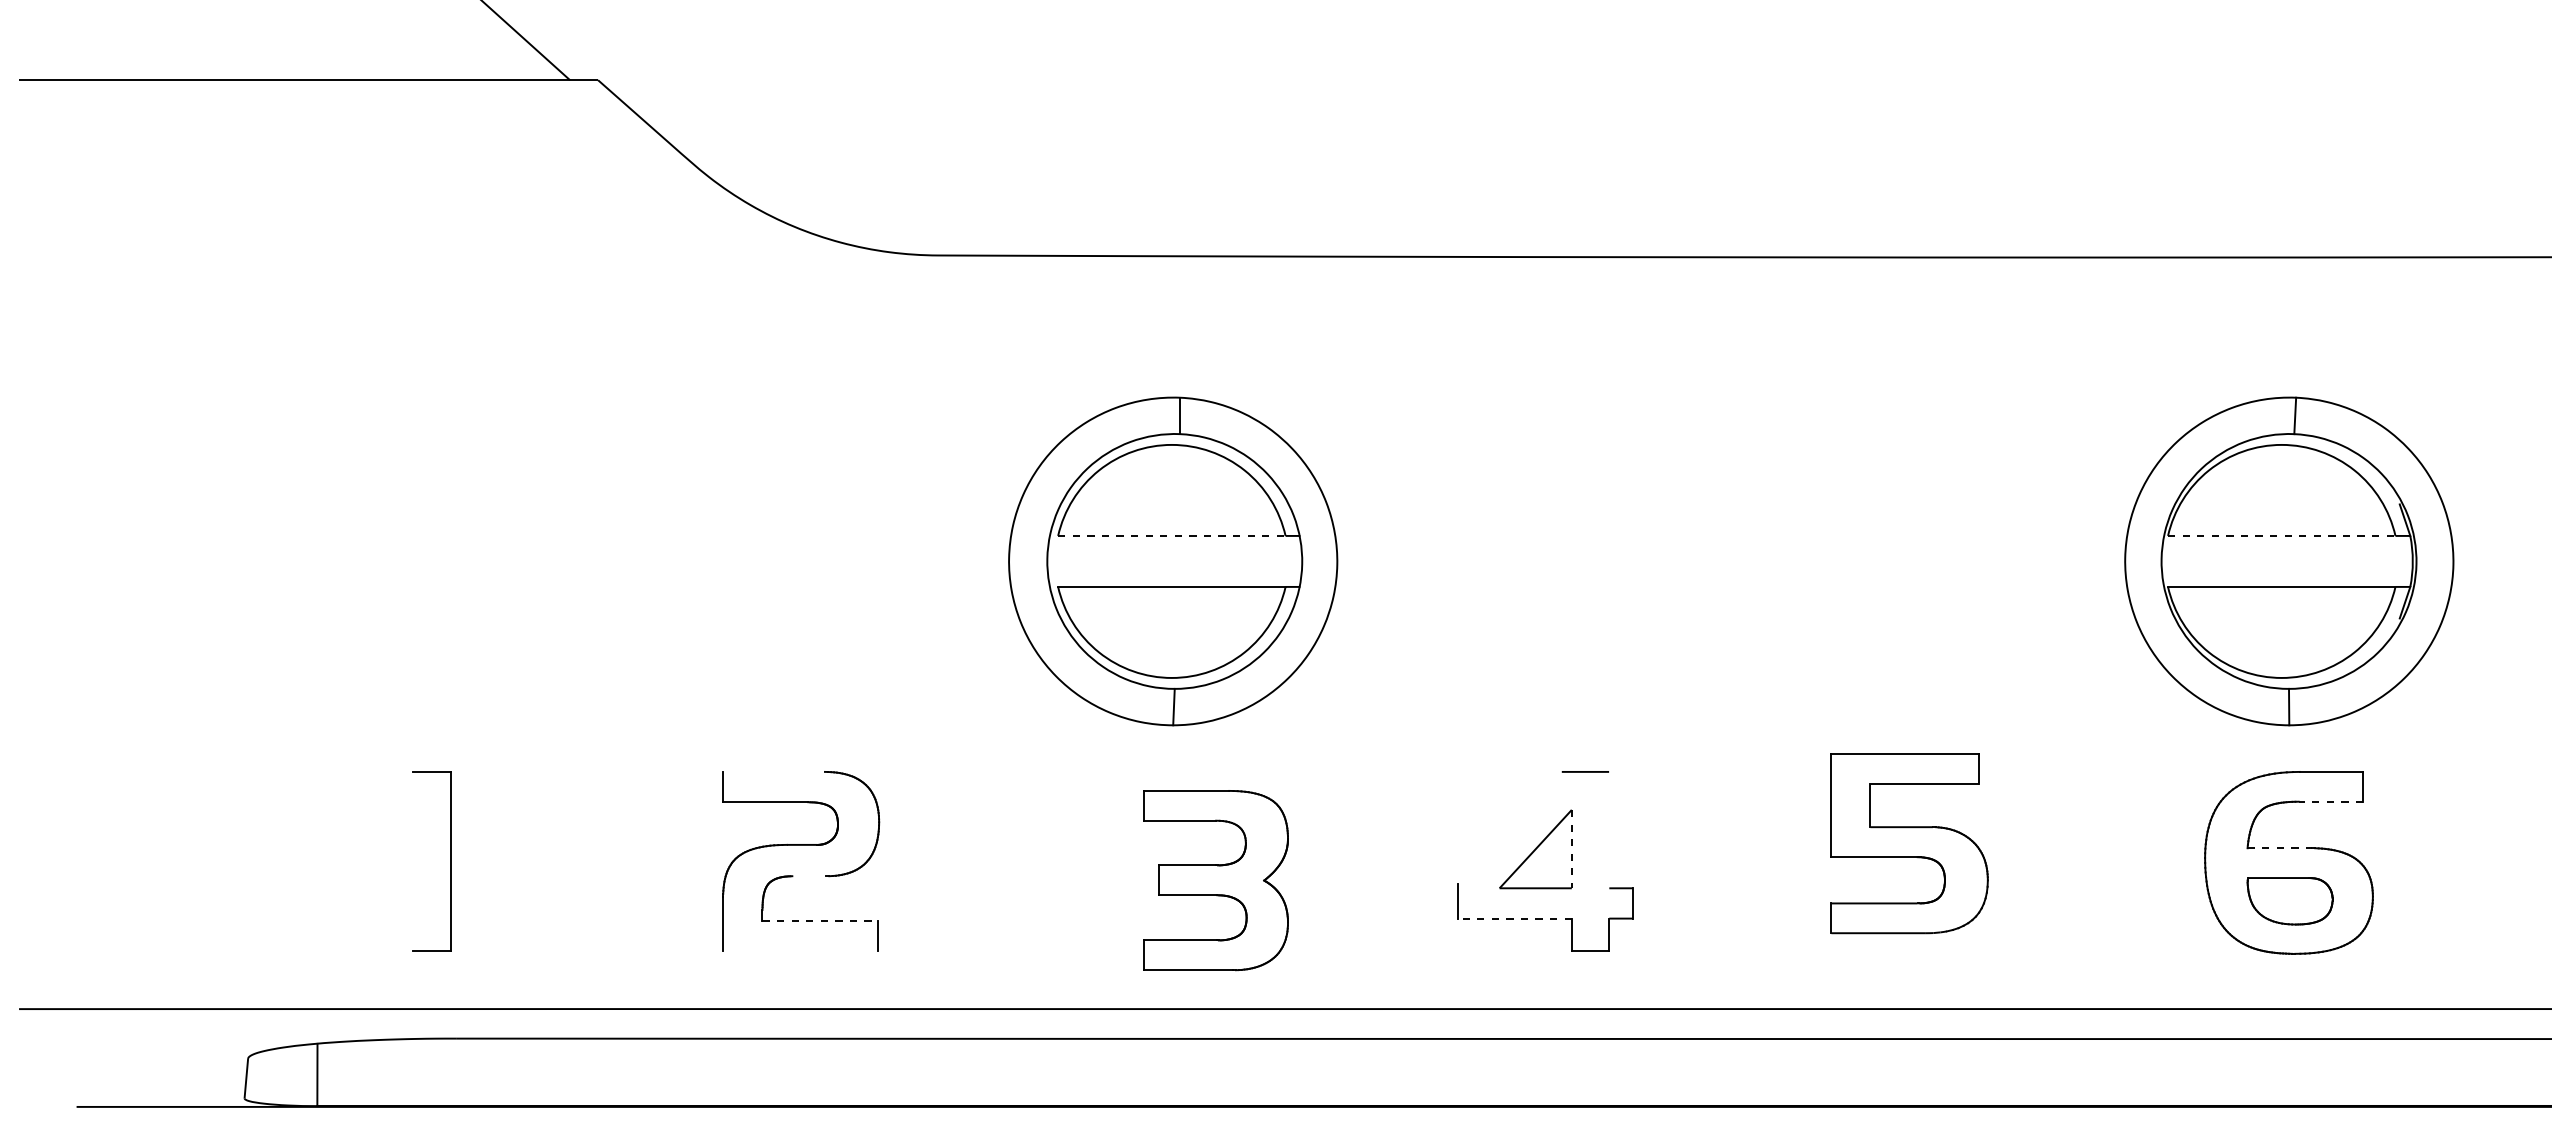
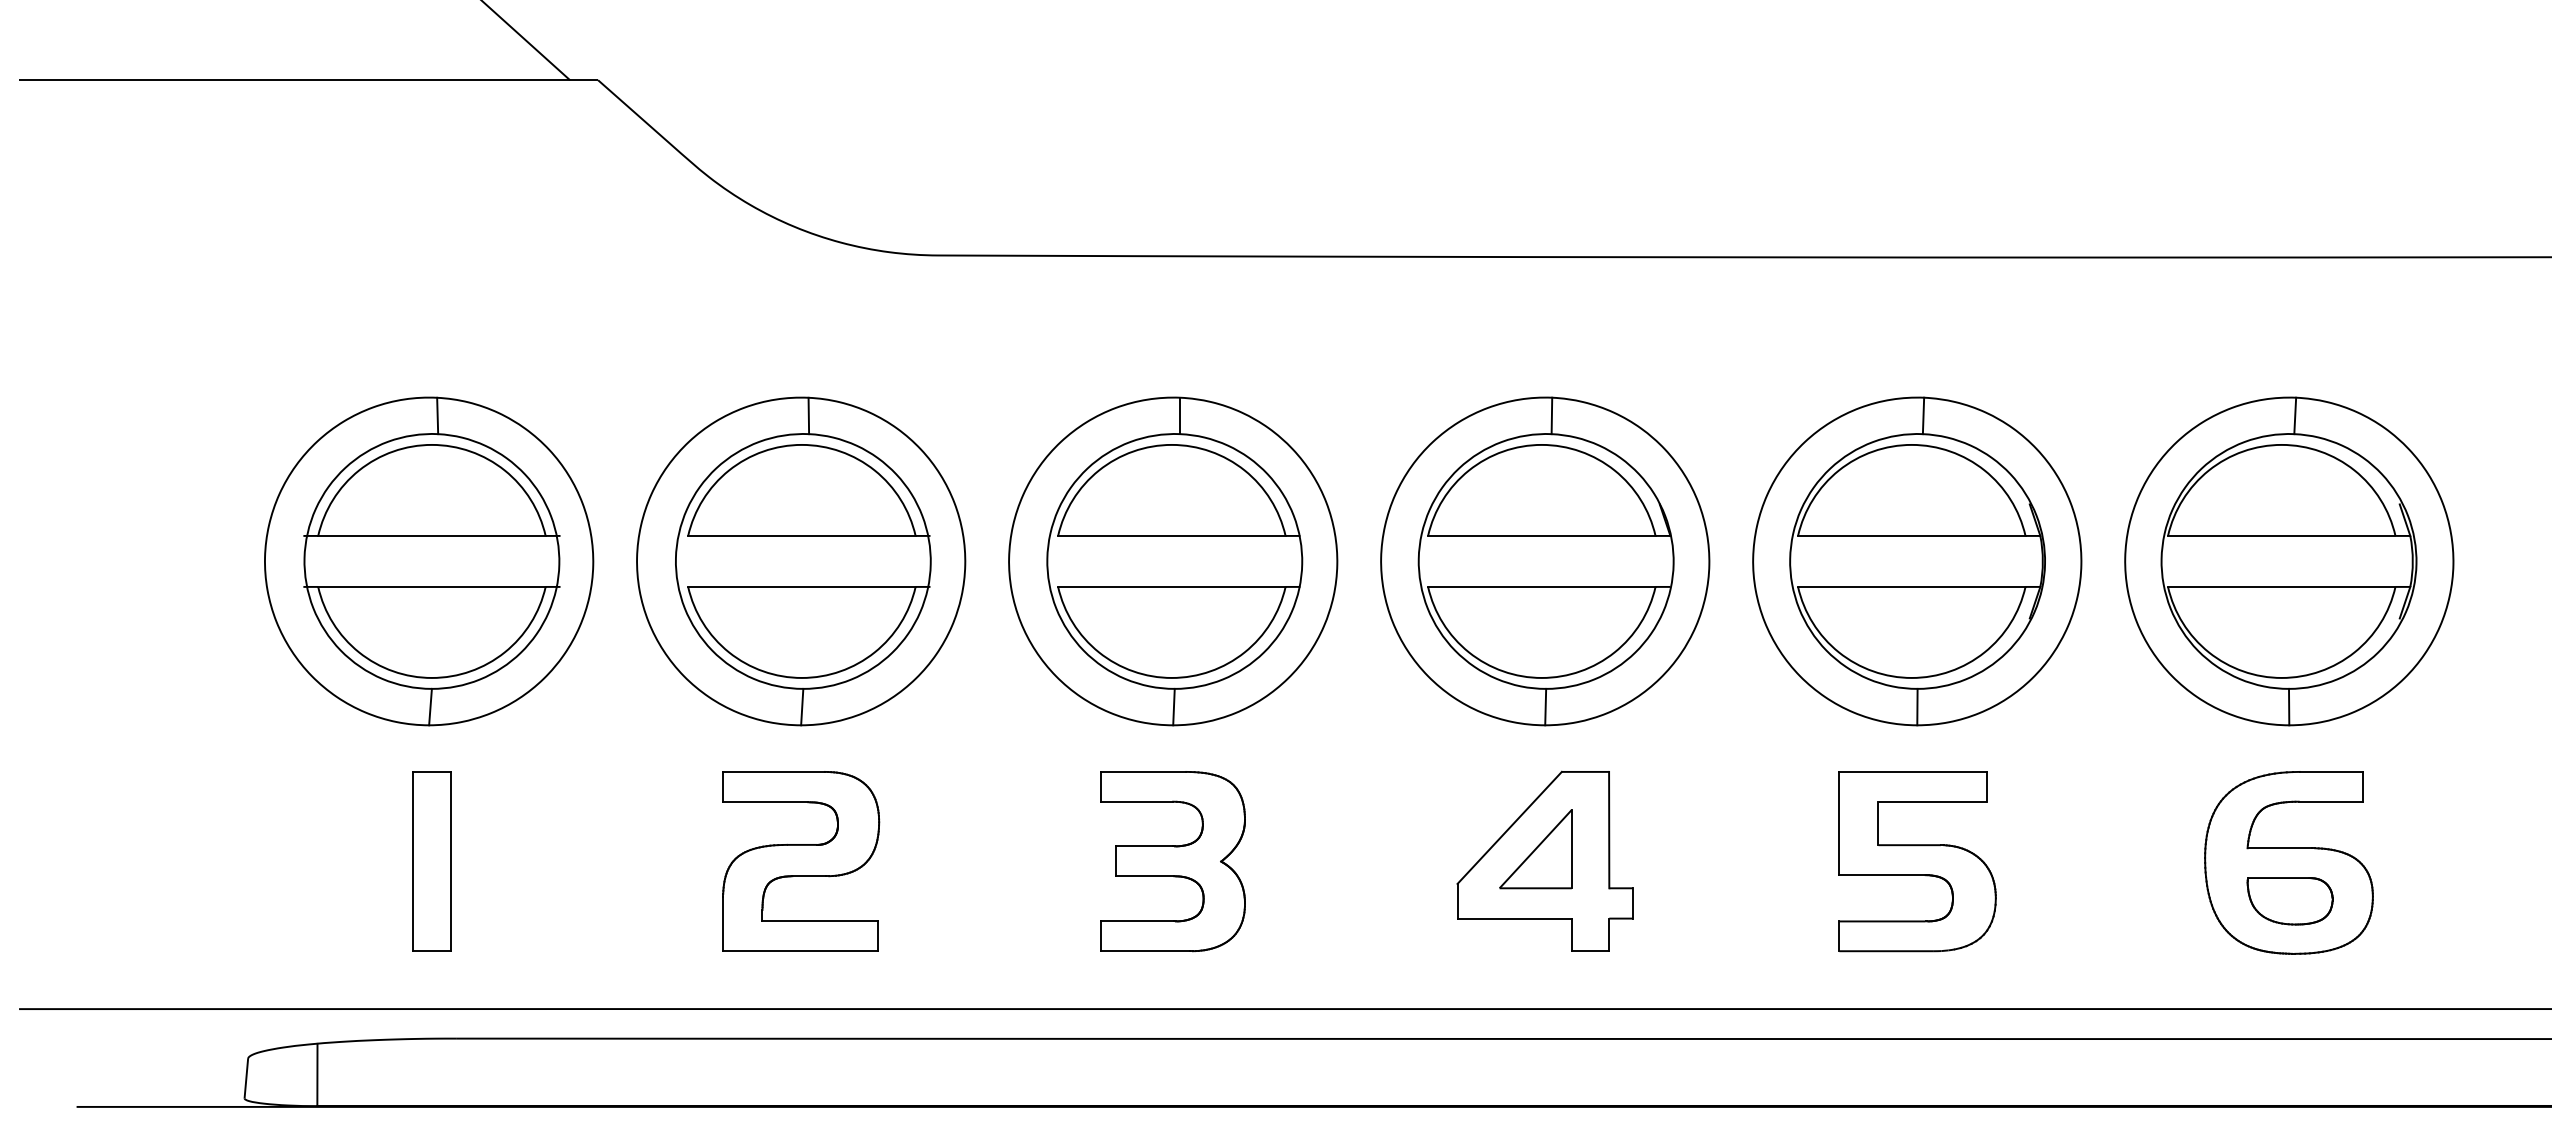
line at (1171, 535): dashed -> solid
line at (2281, 535): dashed -> solid
part at (429, 561): none -> present
part at (801, 561): none -> present
part at (1545, 561): none -> present
part at (1917, 561): none -> present
line at (773, 771): none -> present
line at (2330, 801): dashed -> solid
line at (1509, 827): none -> present
line at (1609, 829): none -> present
part at (1909, 843) position: (1909, 843) -> (1917, 861)
line at (2279, 848): dashed -> solid
line at (1571, 849): dashed -> solid
line at (412, 861): none -> present
line at (808, 876): none -> present
part at (1215, 880) position: (1215, 880) -> (1172, 861)
line at (1514, 918): dashed -> solid
line at (820, 920): dashed -> solid
line at (800, 951): none -> present
